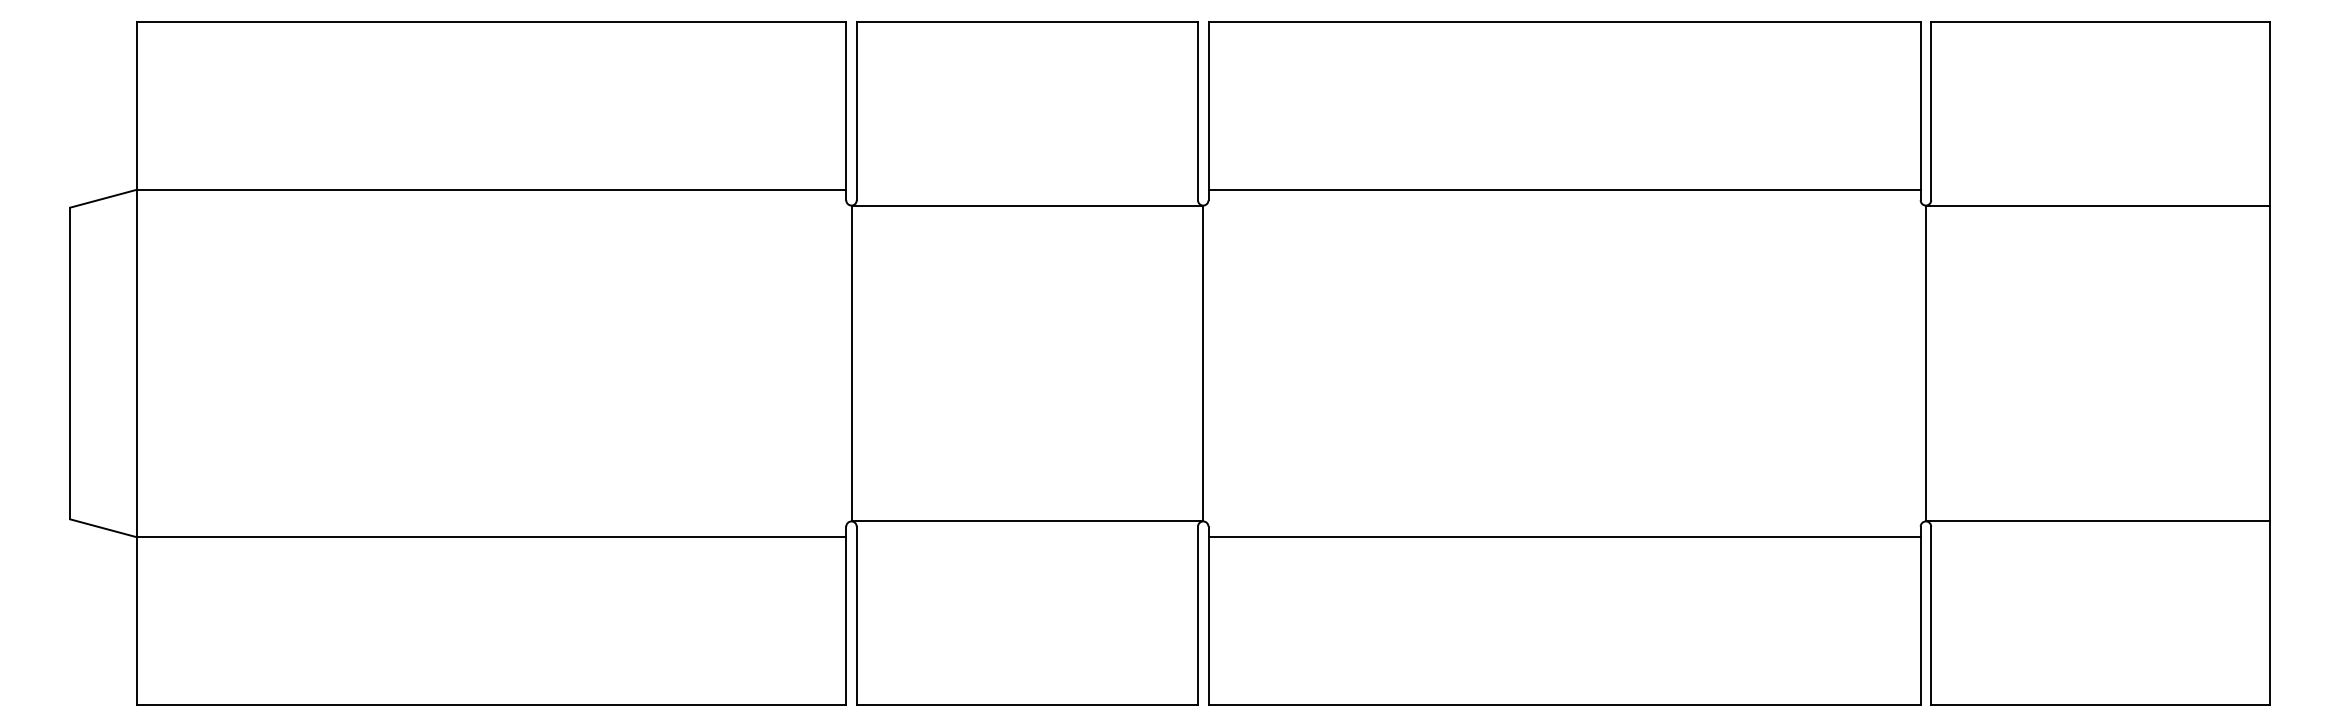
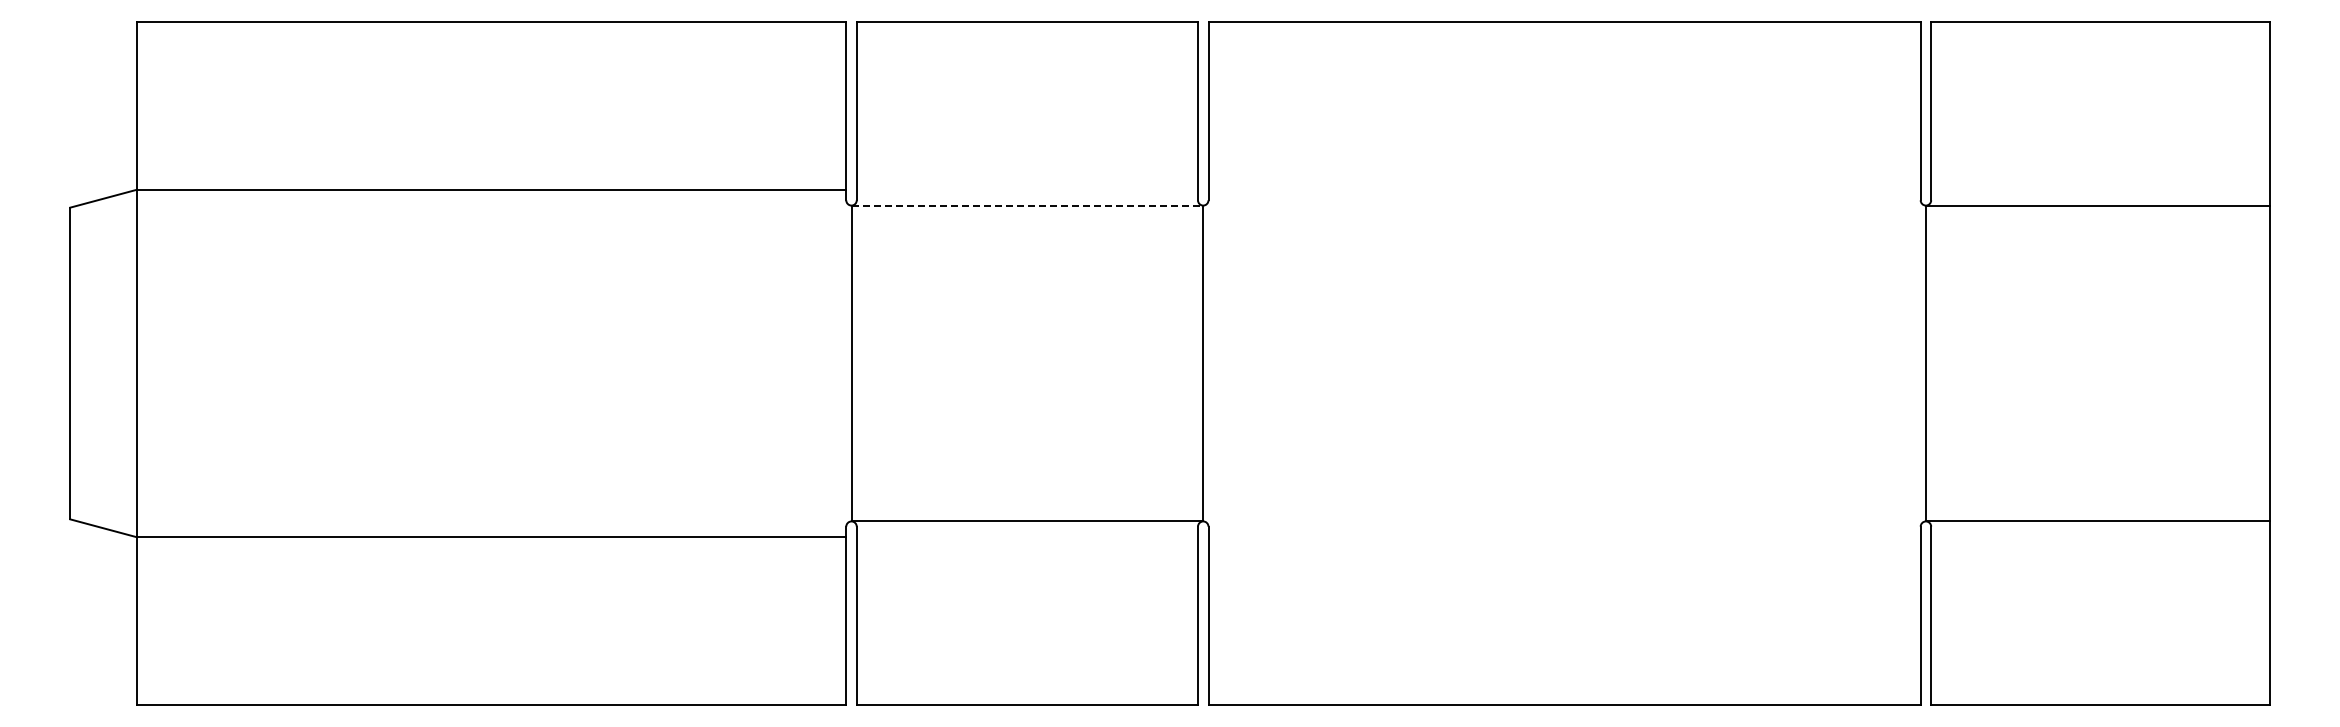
line at (1564, 189): present -> none
line at (1027, 205): solid -> dashed
line at (1564, 537): present -> none
